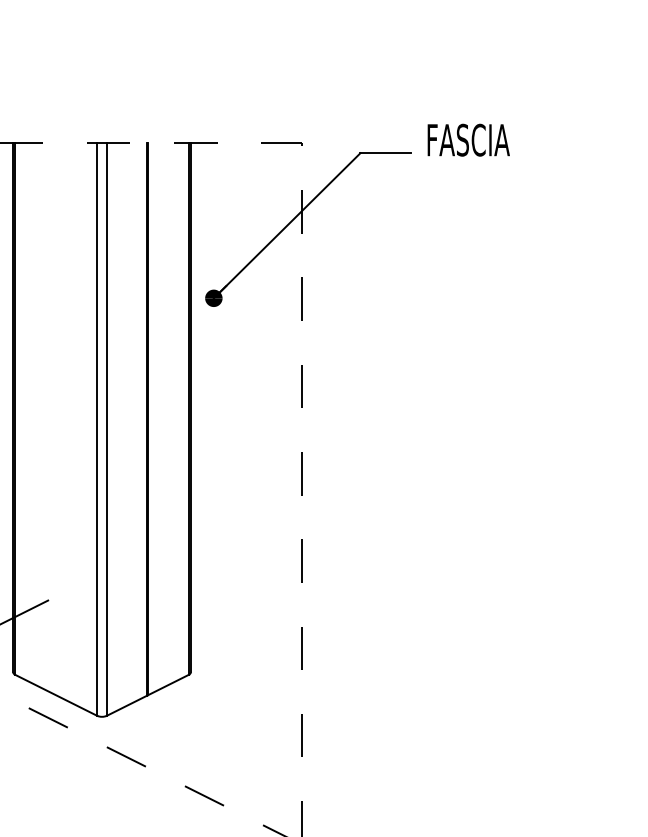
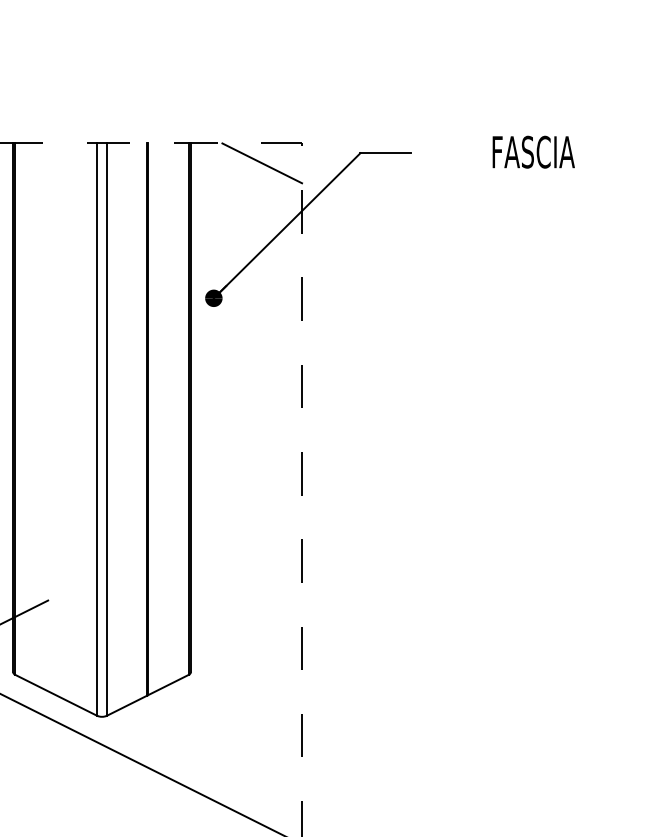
text at (468, 139) position: (468, 139) -> (533, 151)
line at (262, 163): none -> present
line at (142, 765): dashed -> solid
